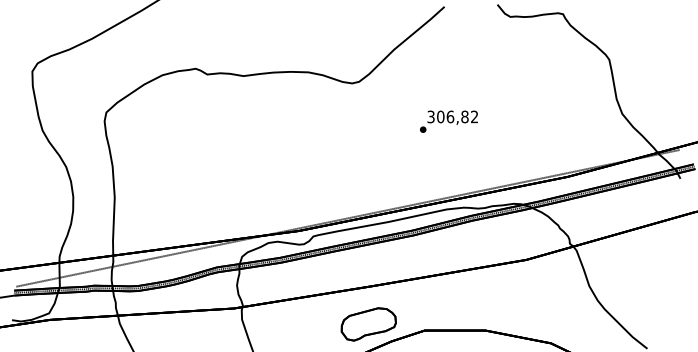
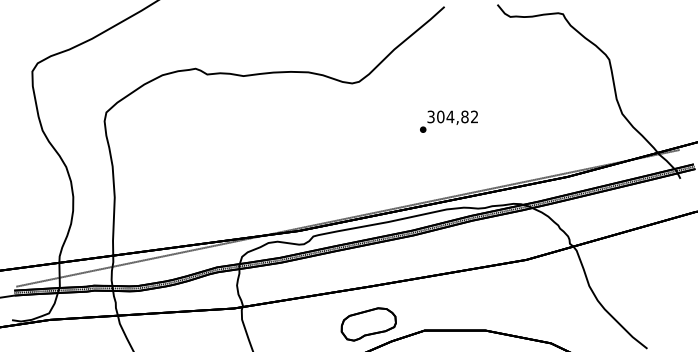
text at (450, 116): 306,82 -> 304,82
